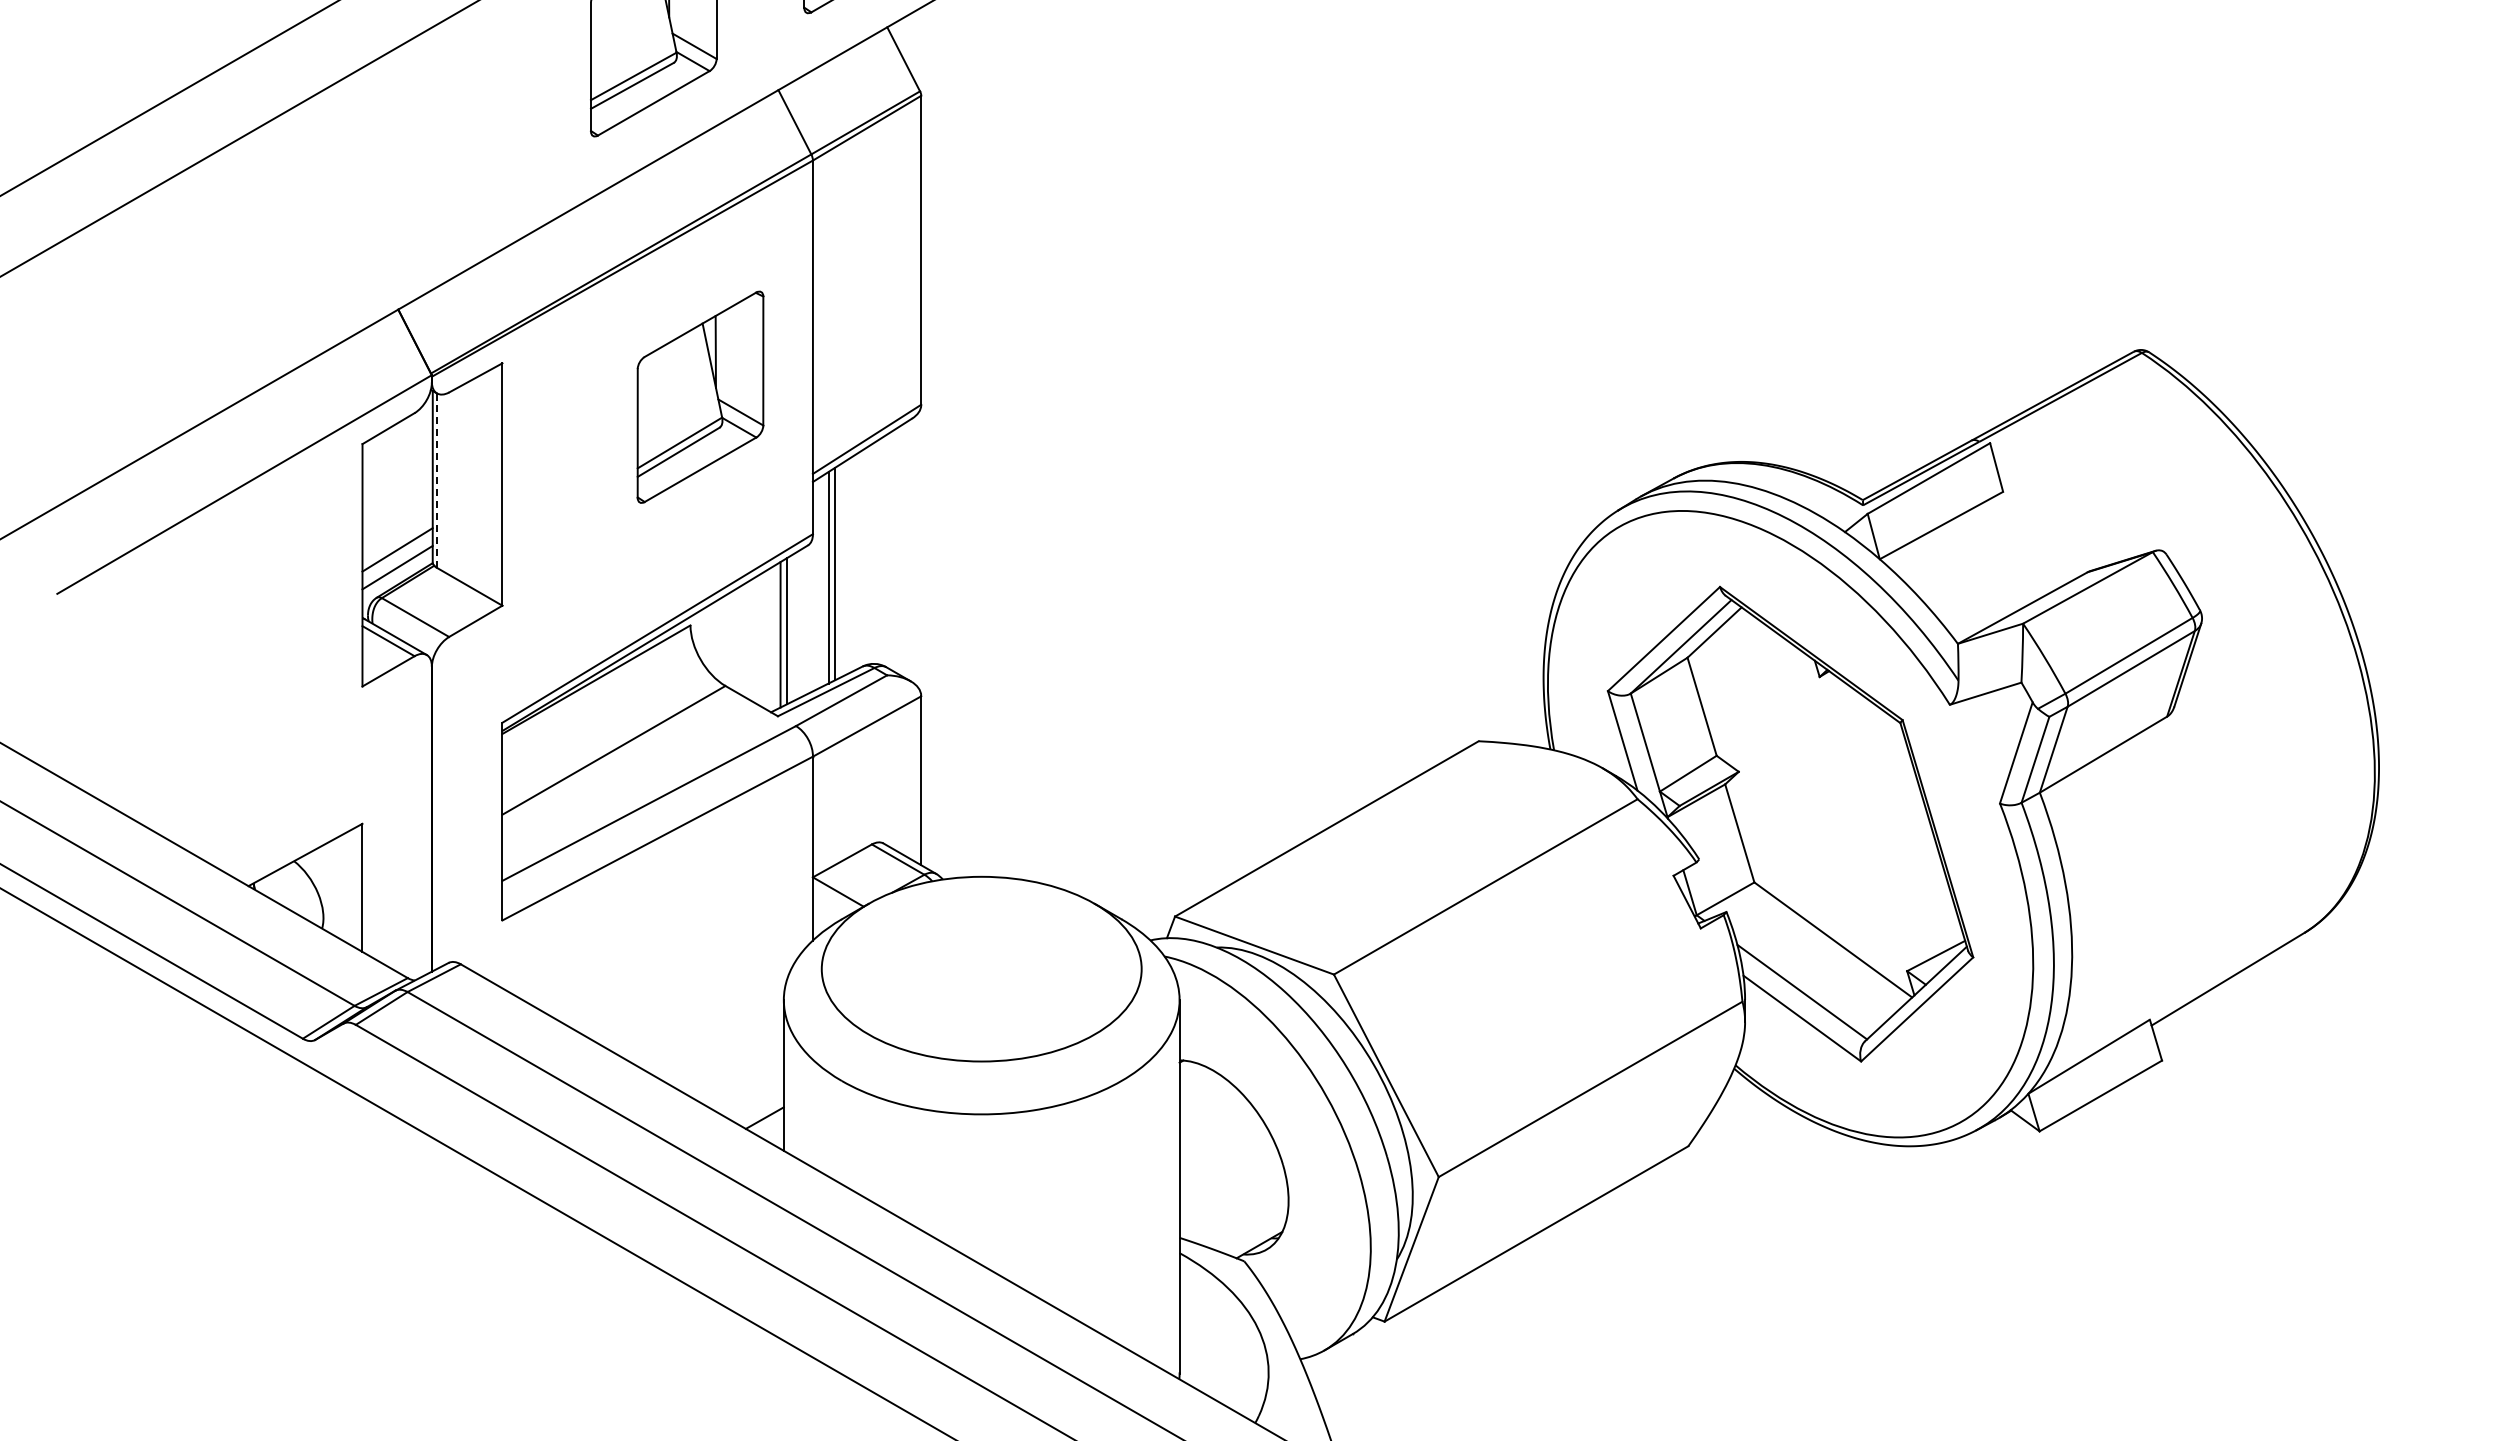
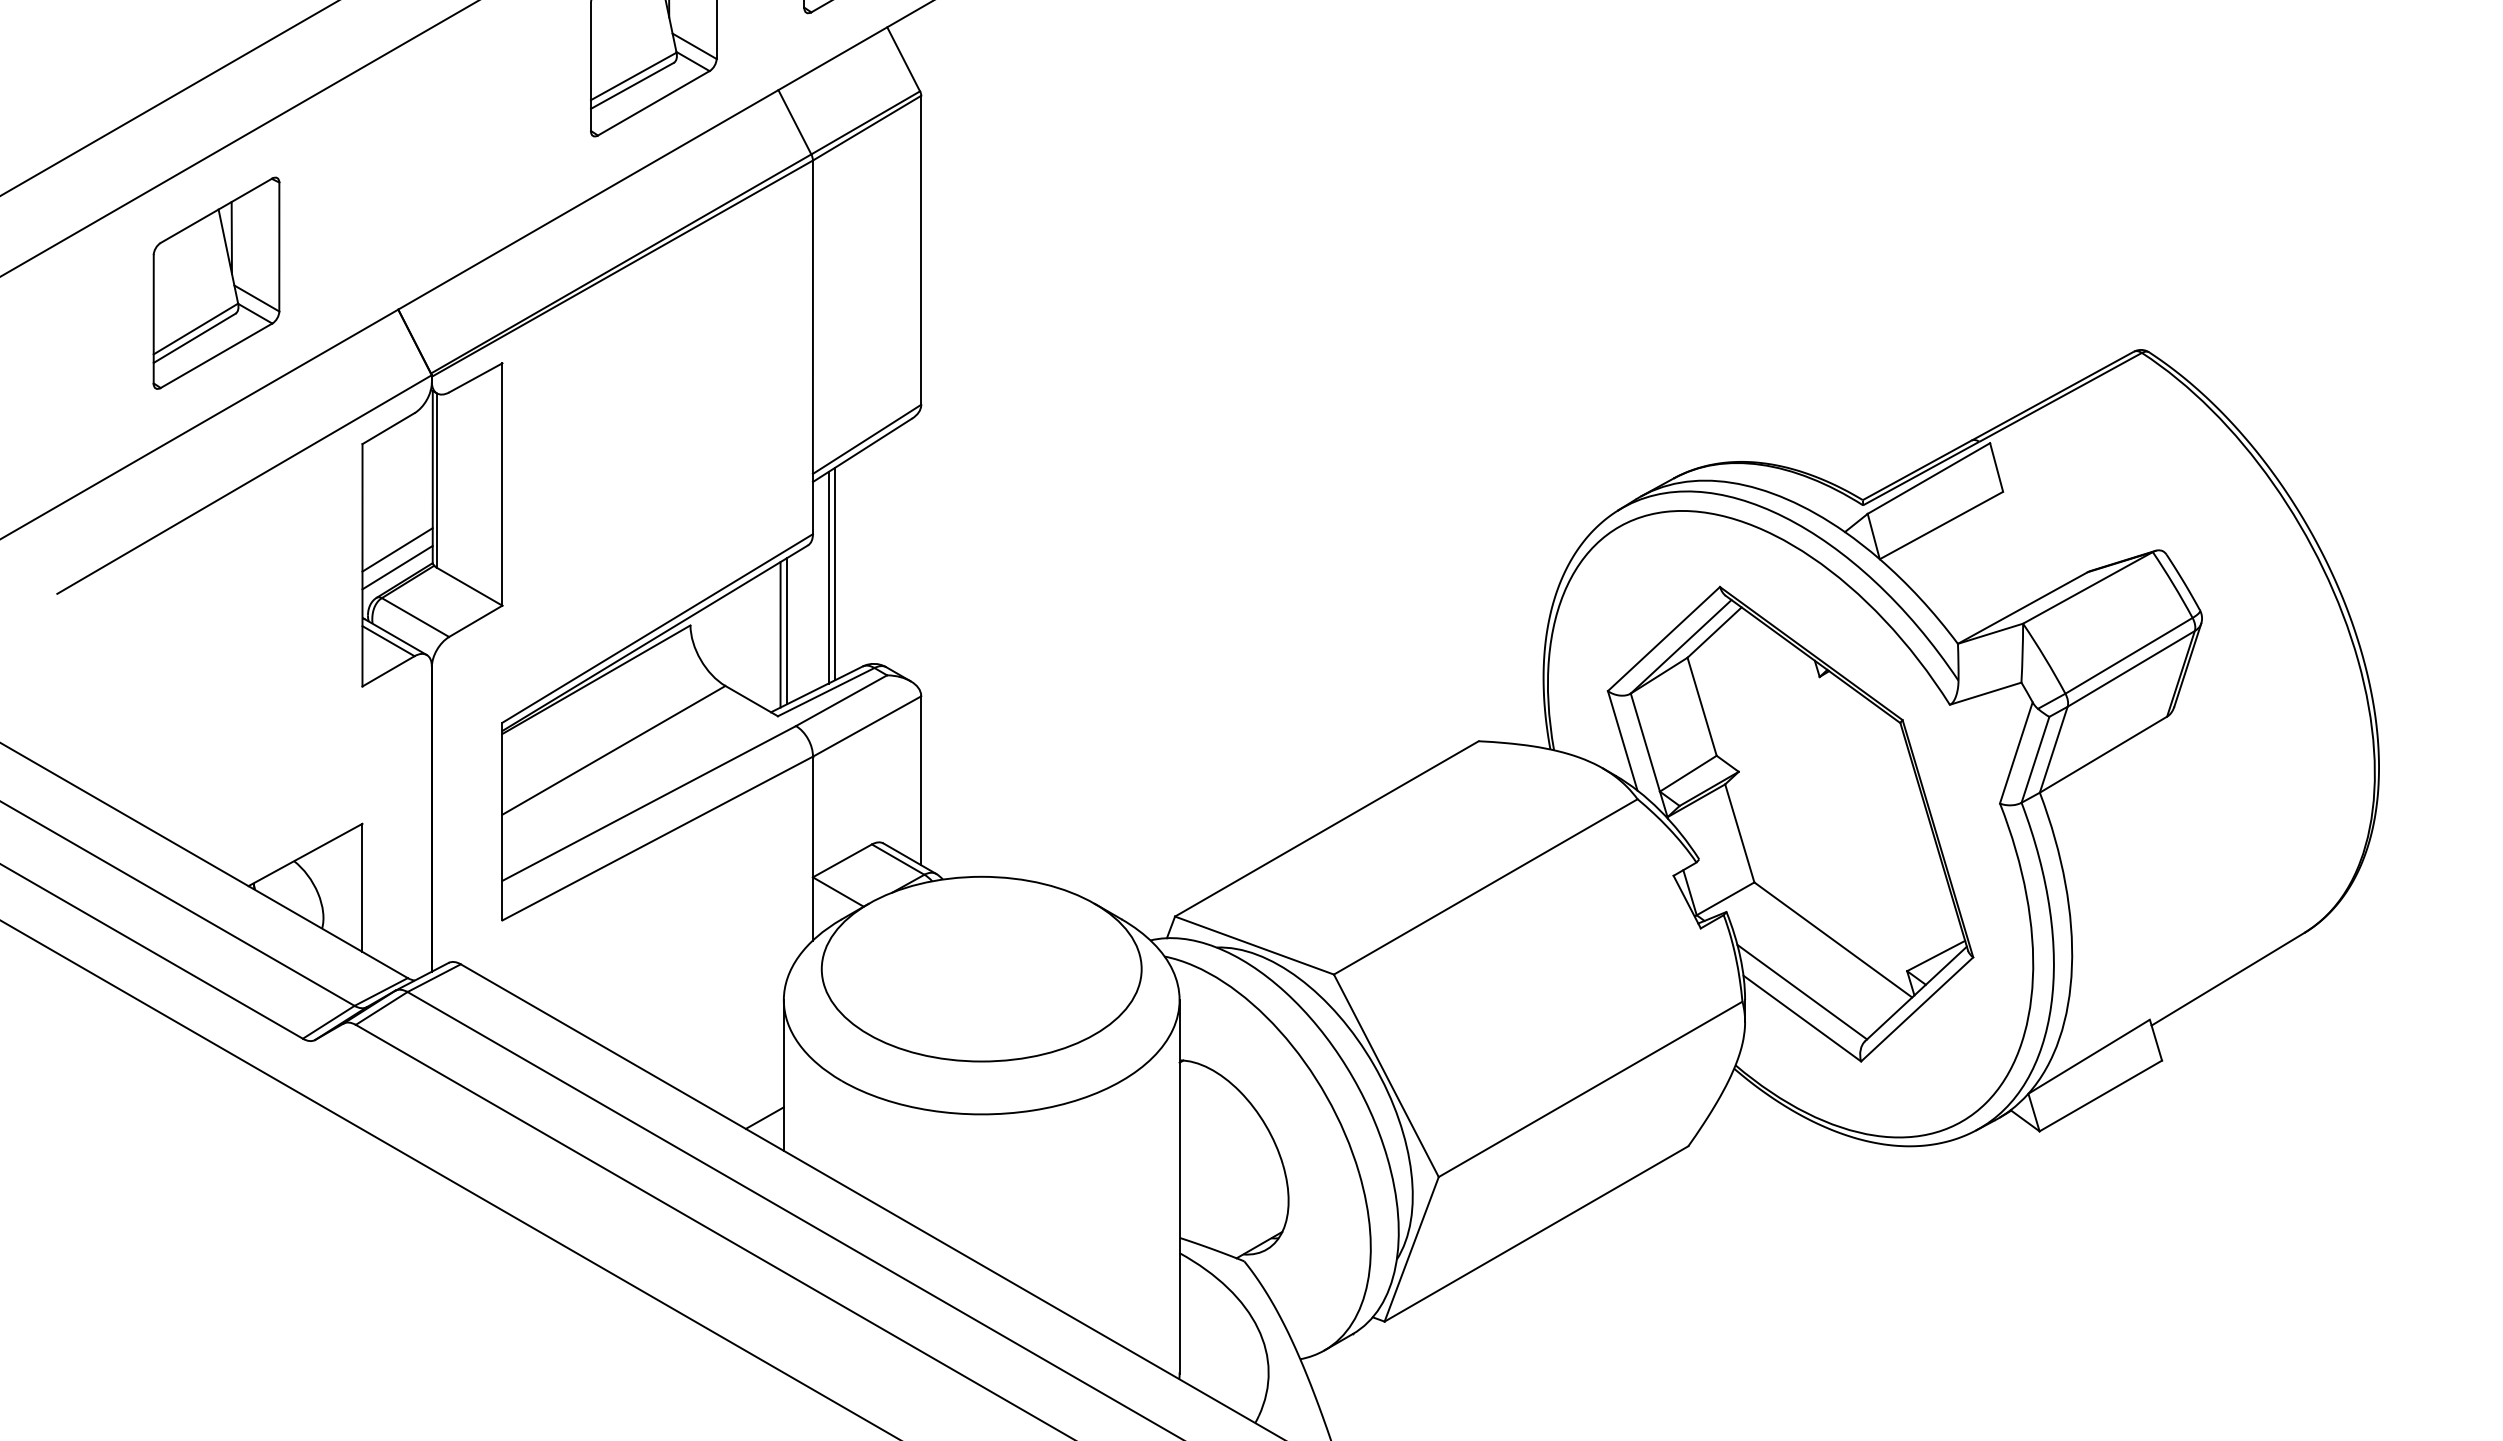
part at (700, 396) position: (700, 396) -> (216, 282)
line at (437, 481): dashed -> solid
line at (477, 1163) position: (477, 1163) -> (449, 1179)
